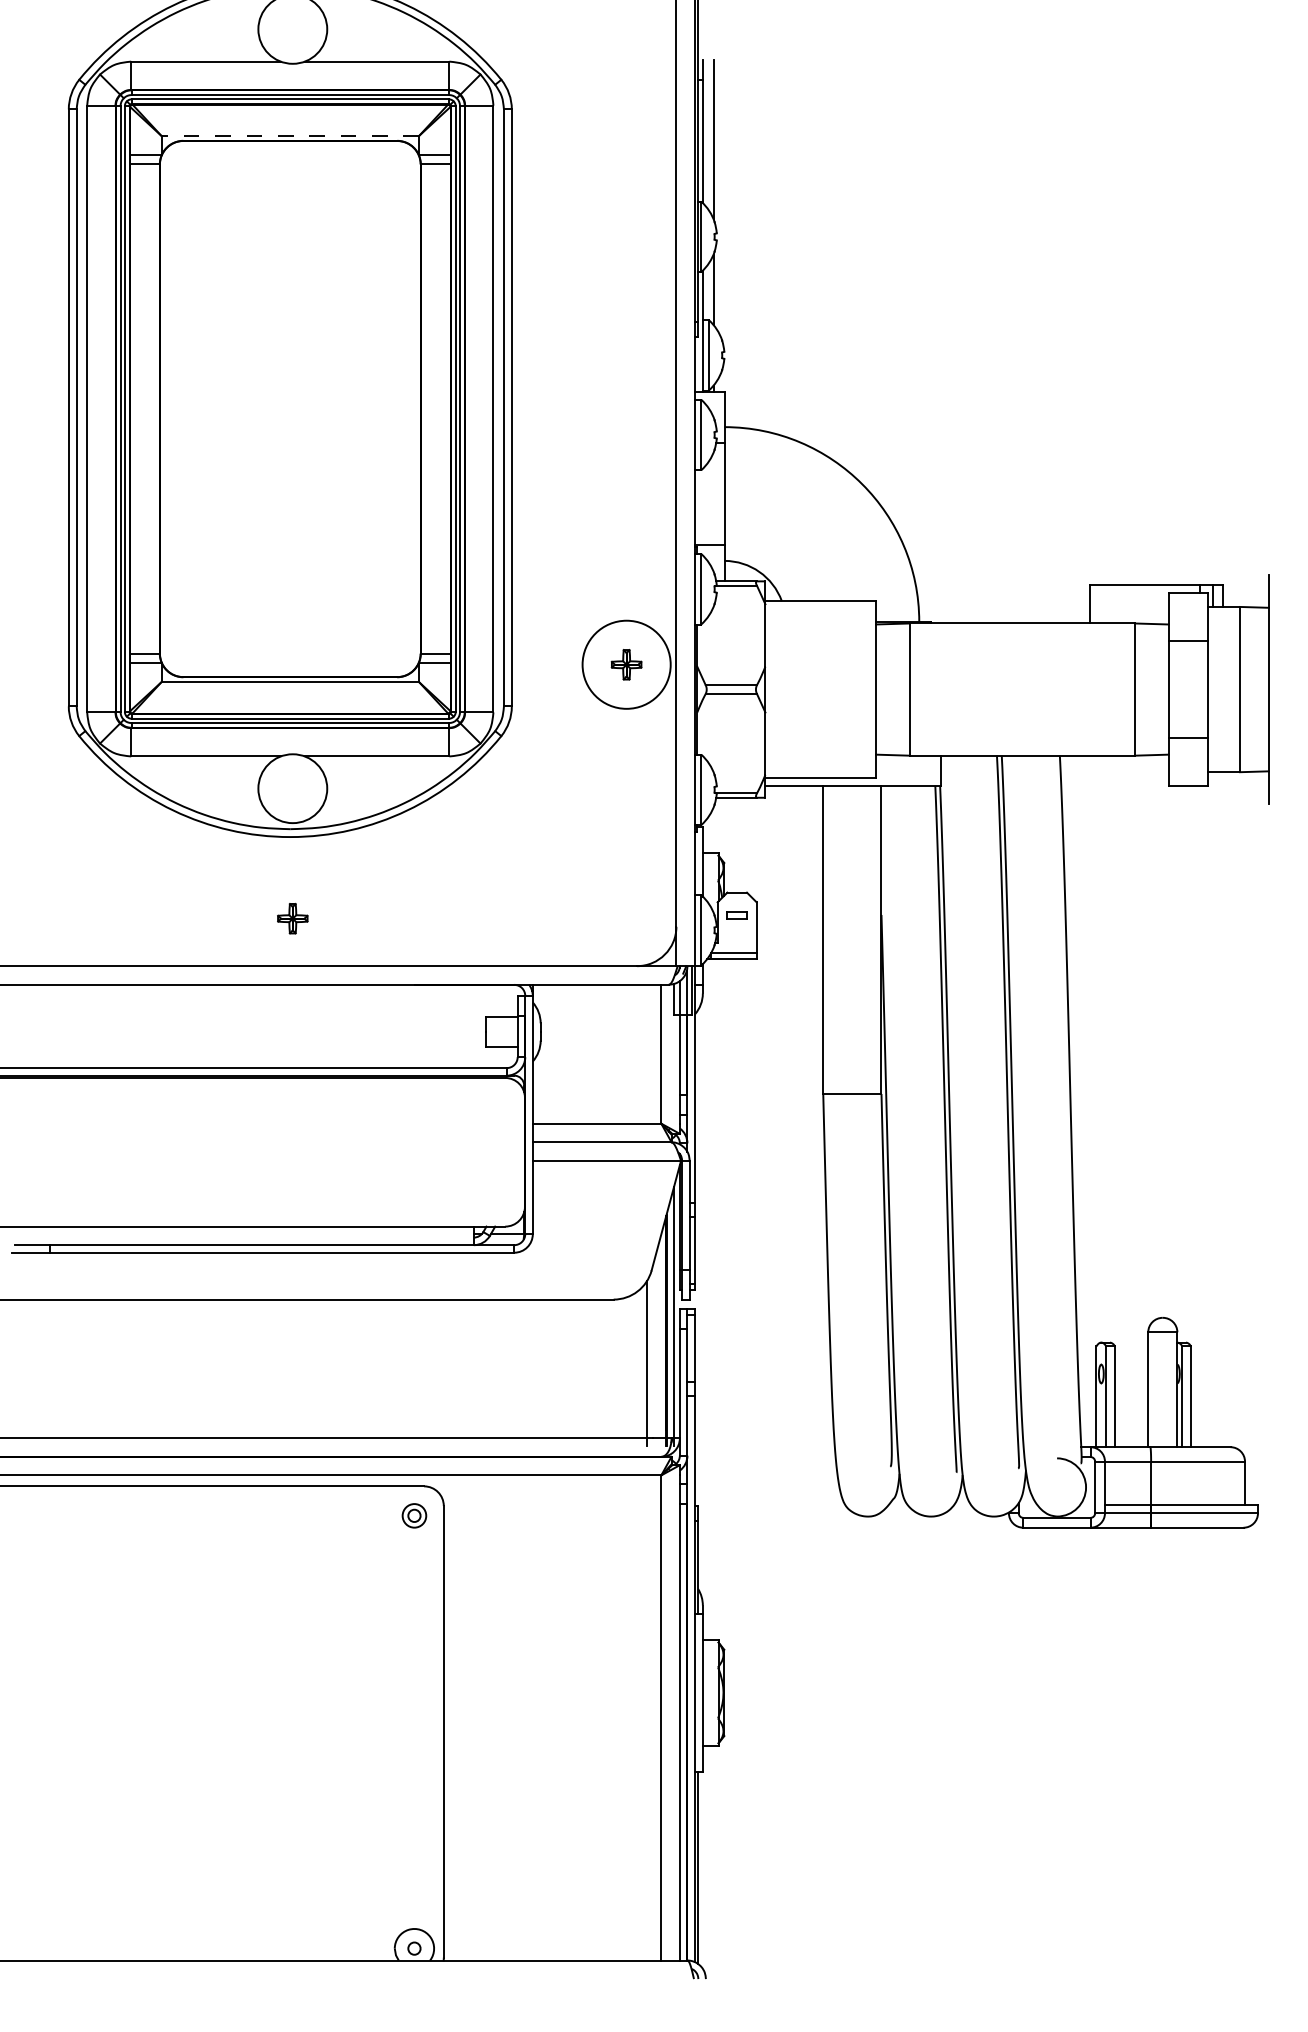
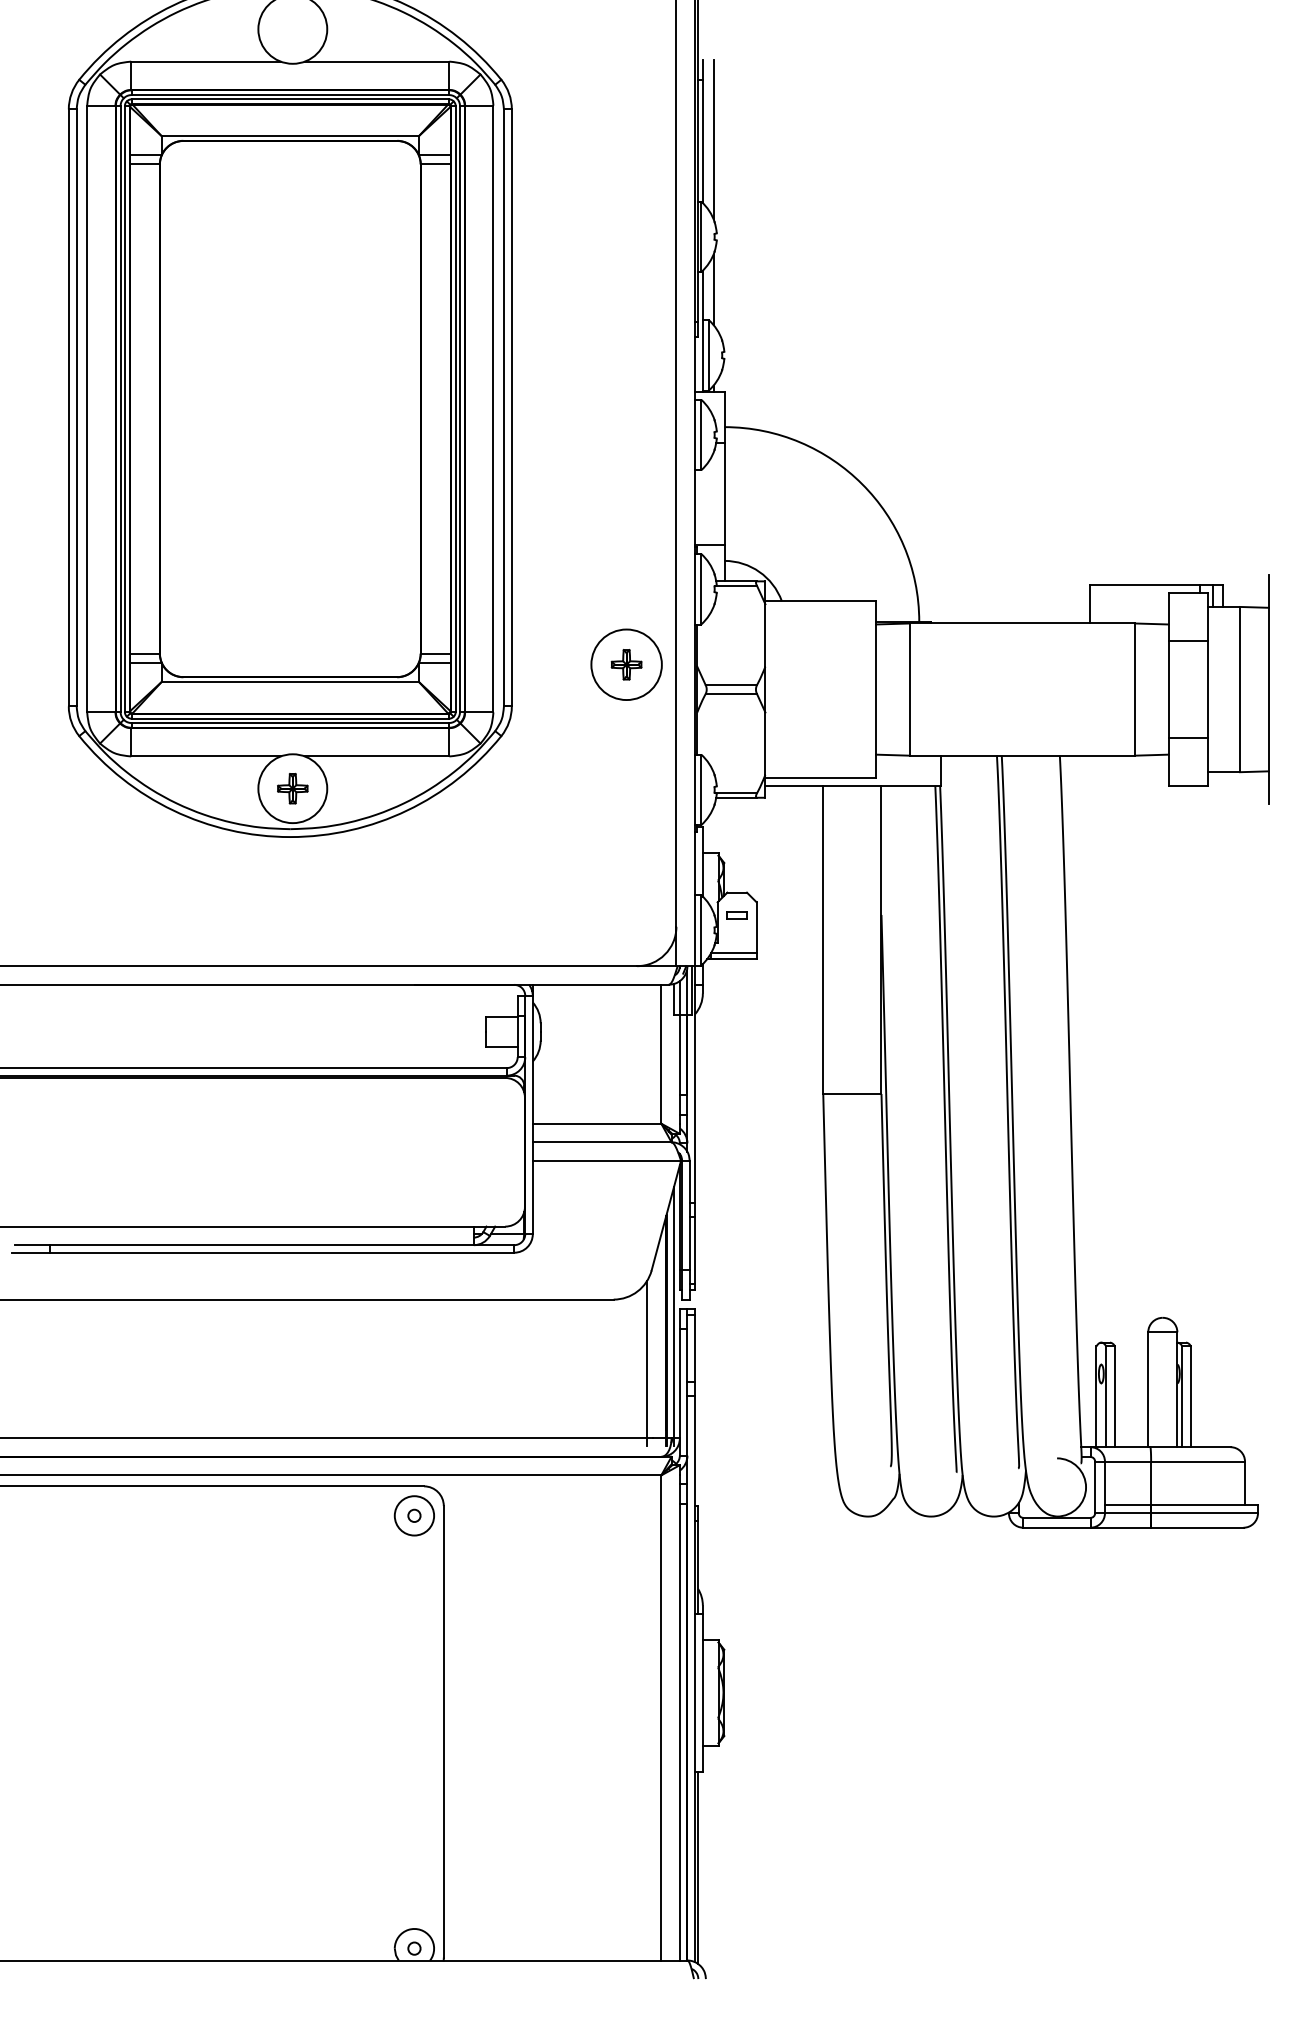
line at (290, 136): dashed -> solid
circle at (626, 664) diameter: 88 px -> 70 px
part at (292, 918) position: (292, 918) -> (292, 788)
circle at (414, 1515) diameter: 24 px -> 39 px
